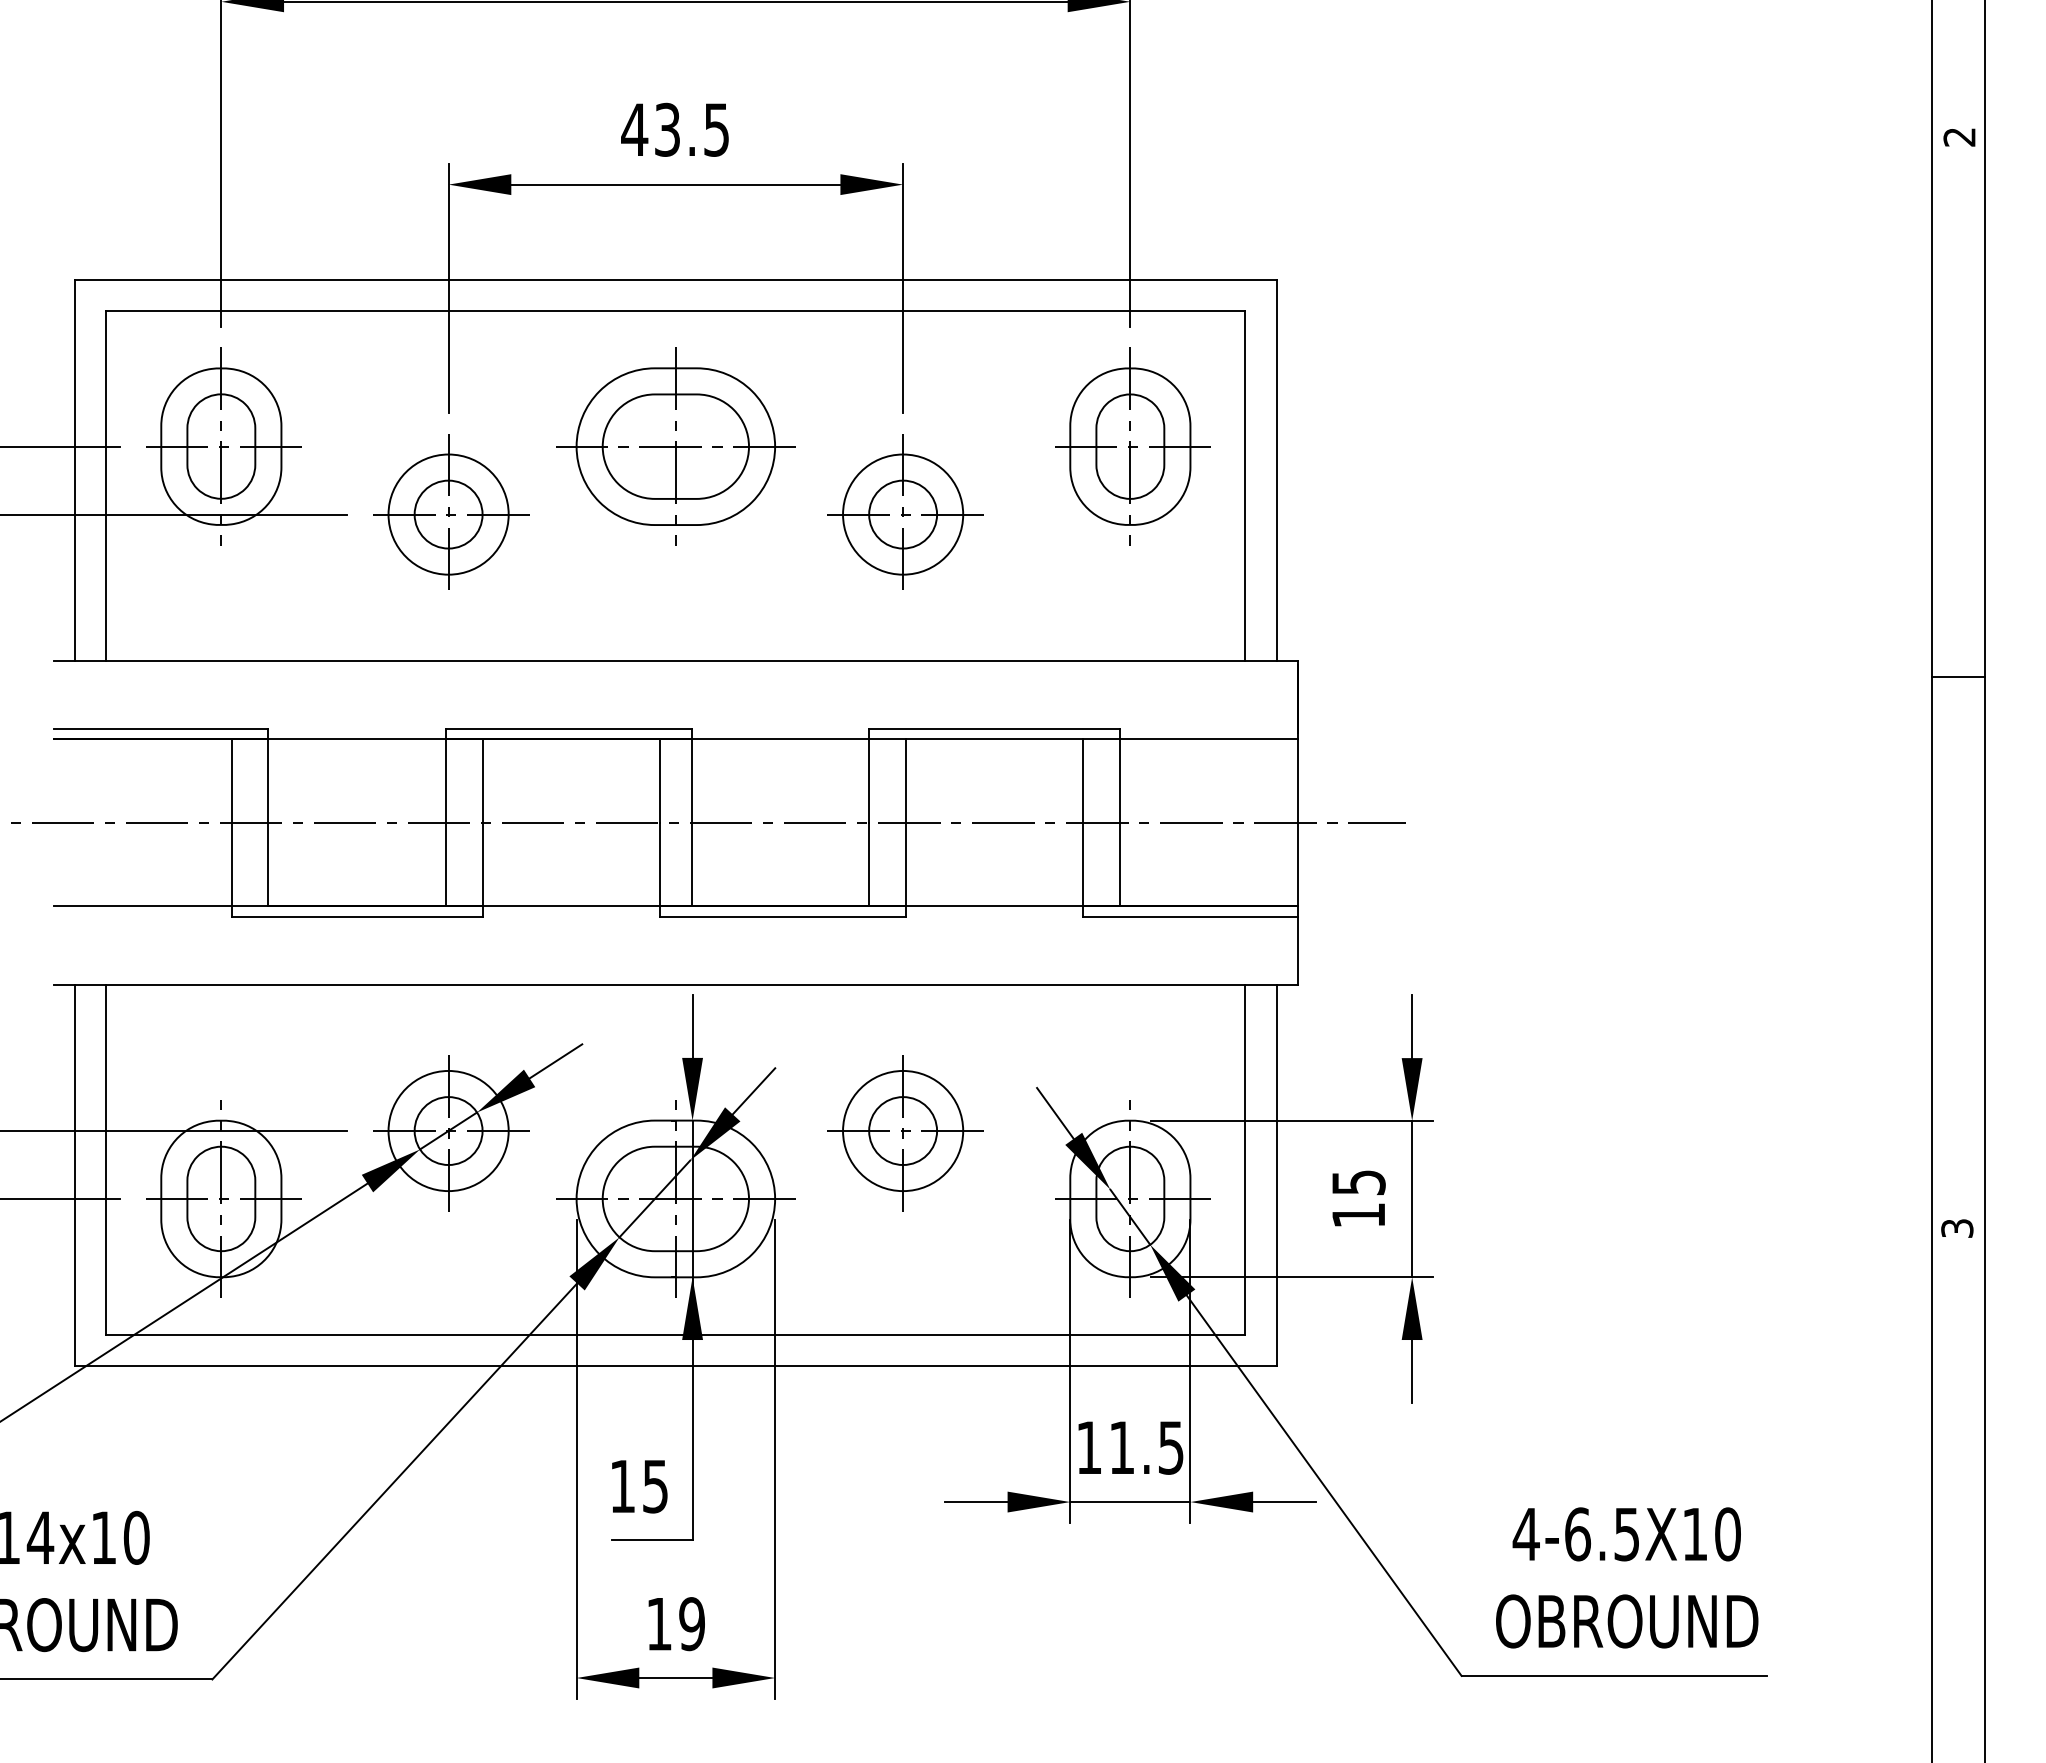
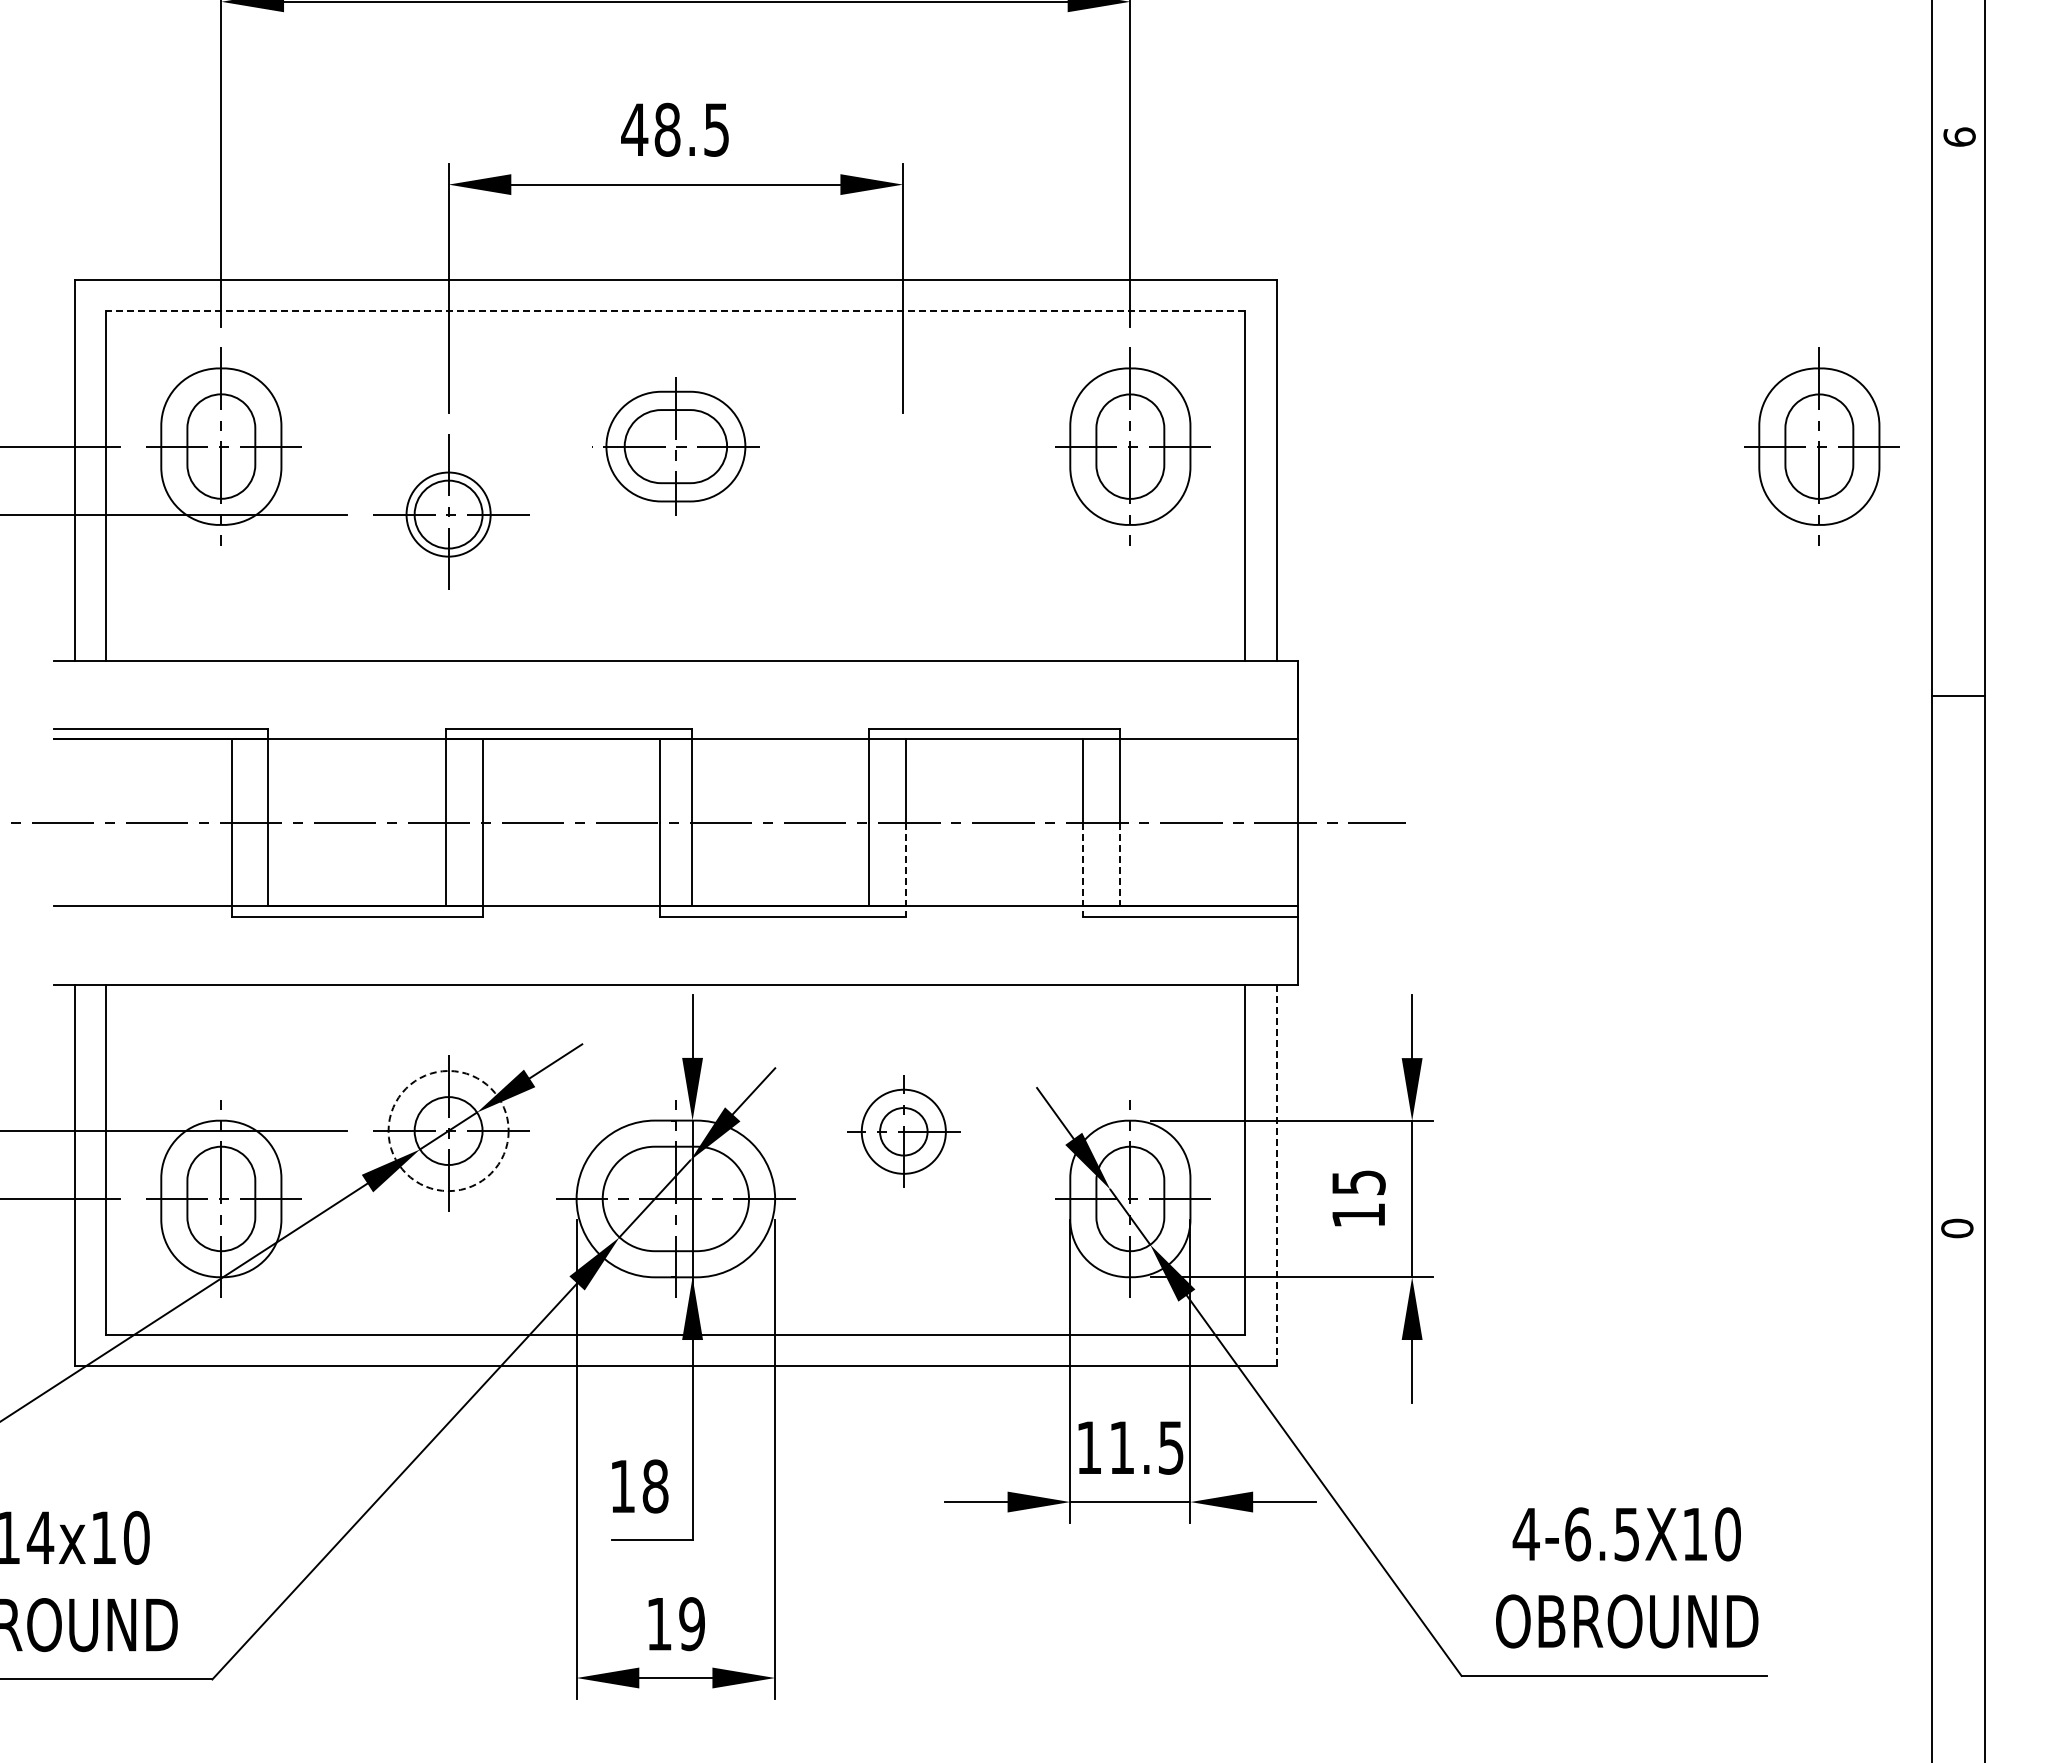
text at (667, 129): 43.5 -> 48.5
text at (1959, 136): 2 -> 6
line at (675, 310): solid -> dashed
part at (675, 446) size: 240x199 px -> 168x139 px
part at (1821, 446): none -> present
part at (905, 511): present -> none
circle at (448, 514) diameter: 120 px -> 84 px
line at (1958, 676) position: (1958, 676) -> (1958, 695)
line at (1119, 864): solid -> dashed
line at (905, 870): solid -> dashed
line at (1083, 870): solid -> dashed
circle at (448, 1130): solid -> dashed
part at (905, 1133) size: 157x157 px -> 114x113 px
line at (1276, 1175): solid -> dashed
text at (1957, 1228): 3 -> 0
text at (655, 1486): 15 -> 18
